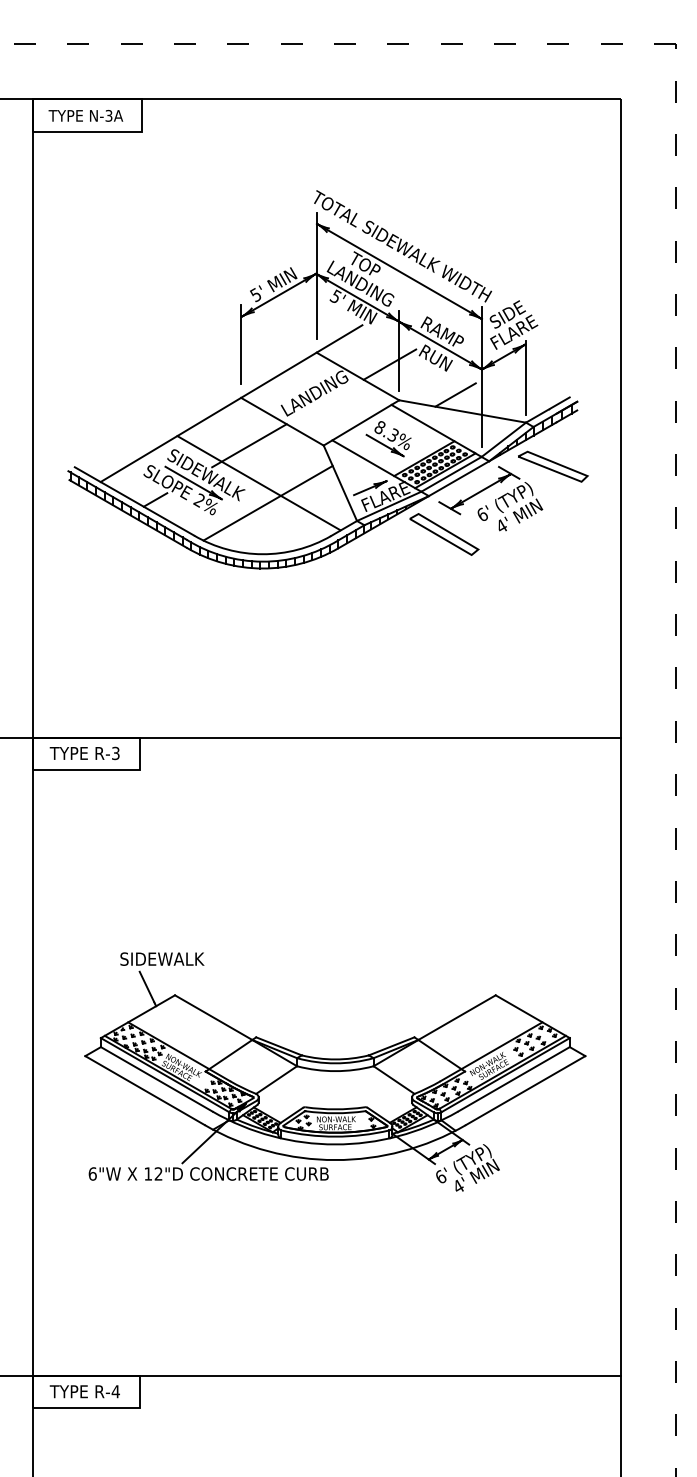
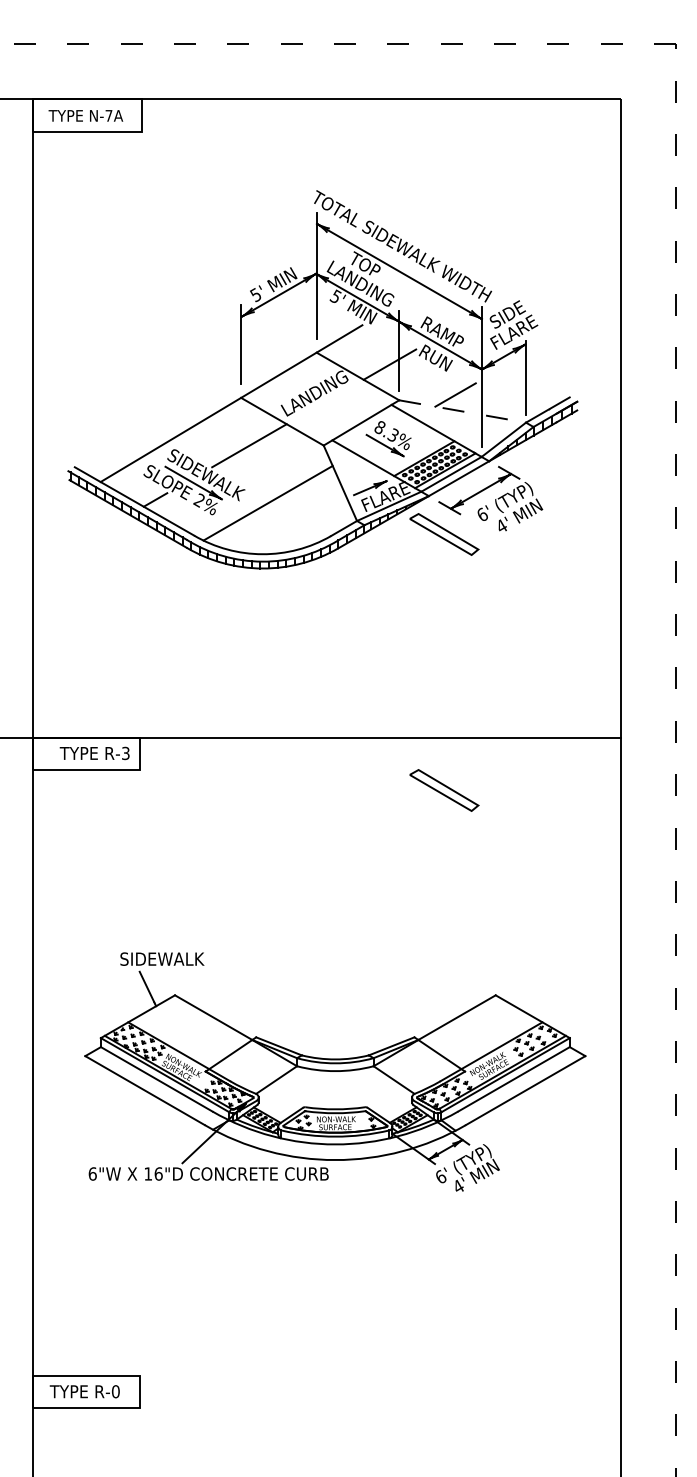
text at (108, 115): N-3A -> N-7A
line at (463, 411): solid -> dashed
part at (553, 466): present -> none
line at (258, 483): present -> none
text at (84, 753) position: (84, 753) -> (94, 753)
part at (444, 790): none -> present
text at (158, 1173): 12"D -> 16"D
line at (311, 1375): present -> none
text at (115, 1391): R-4 -> R-0
